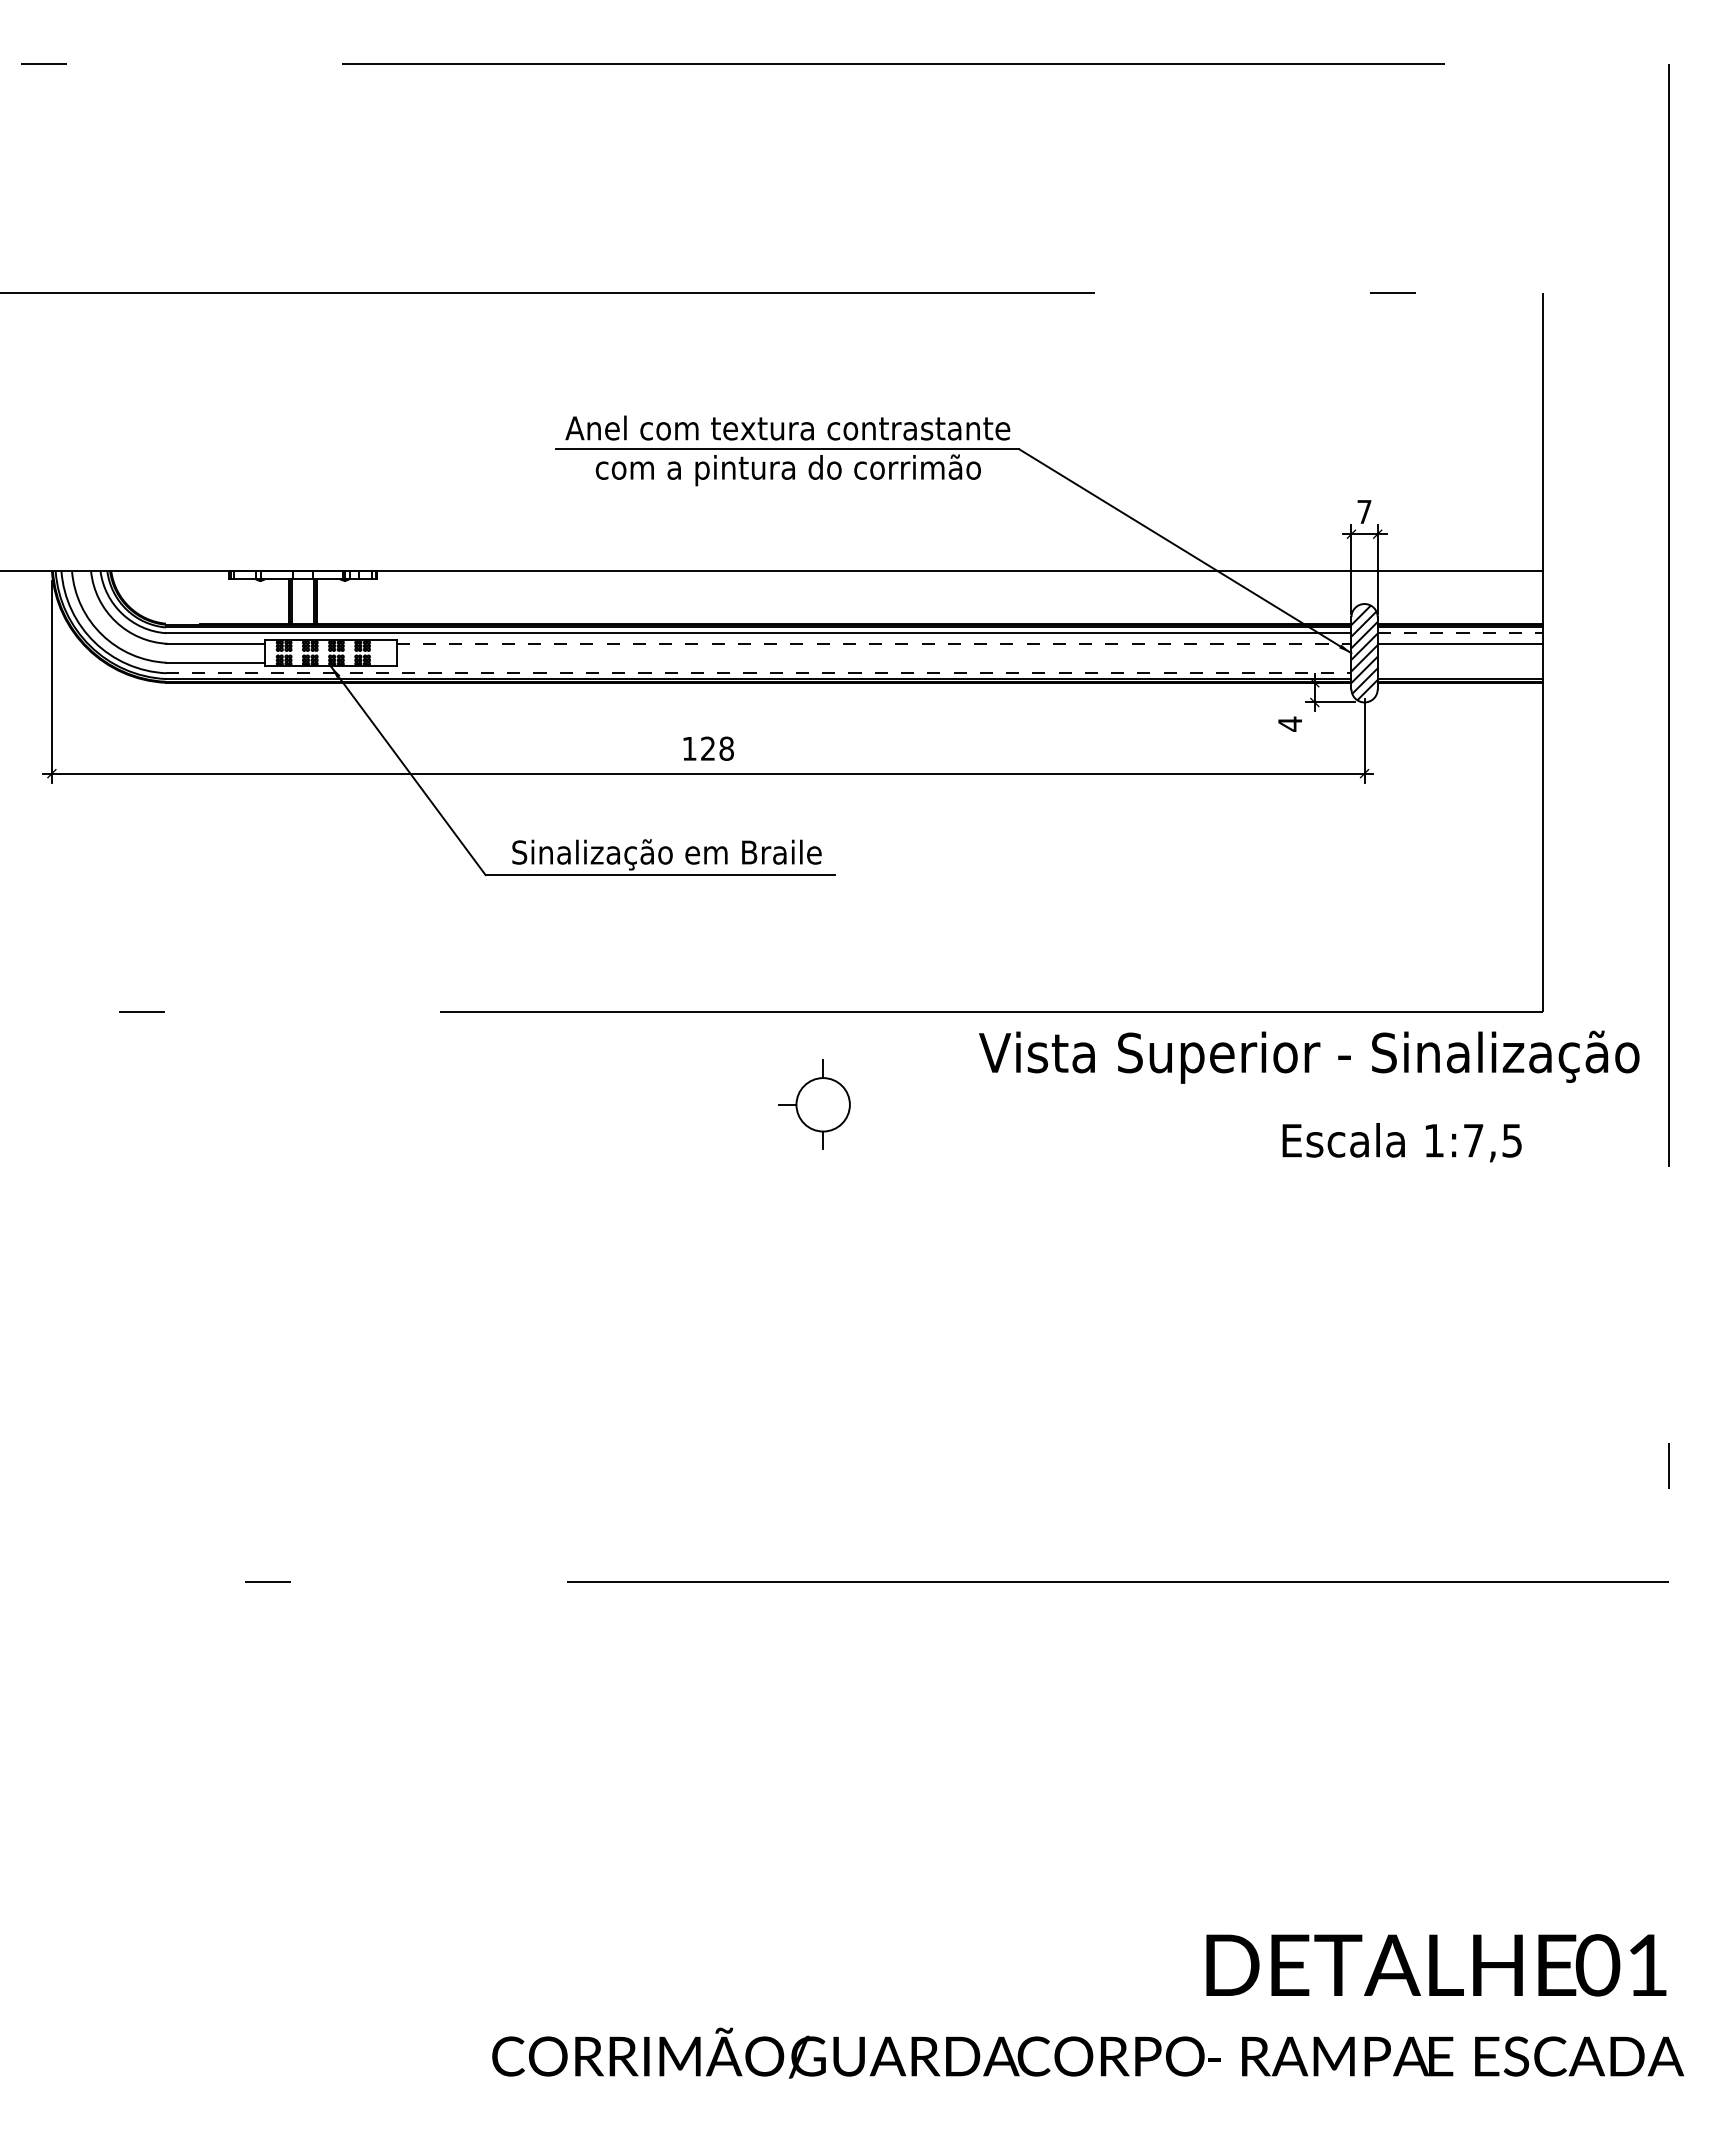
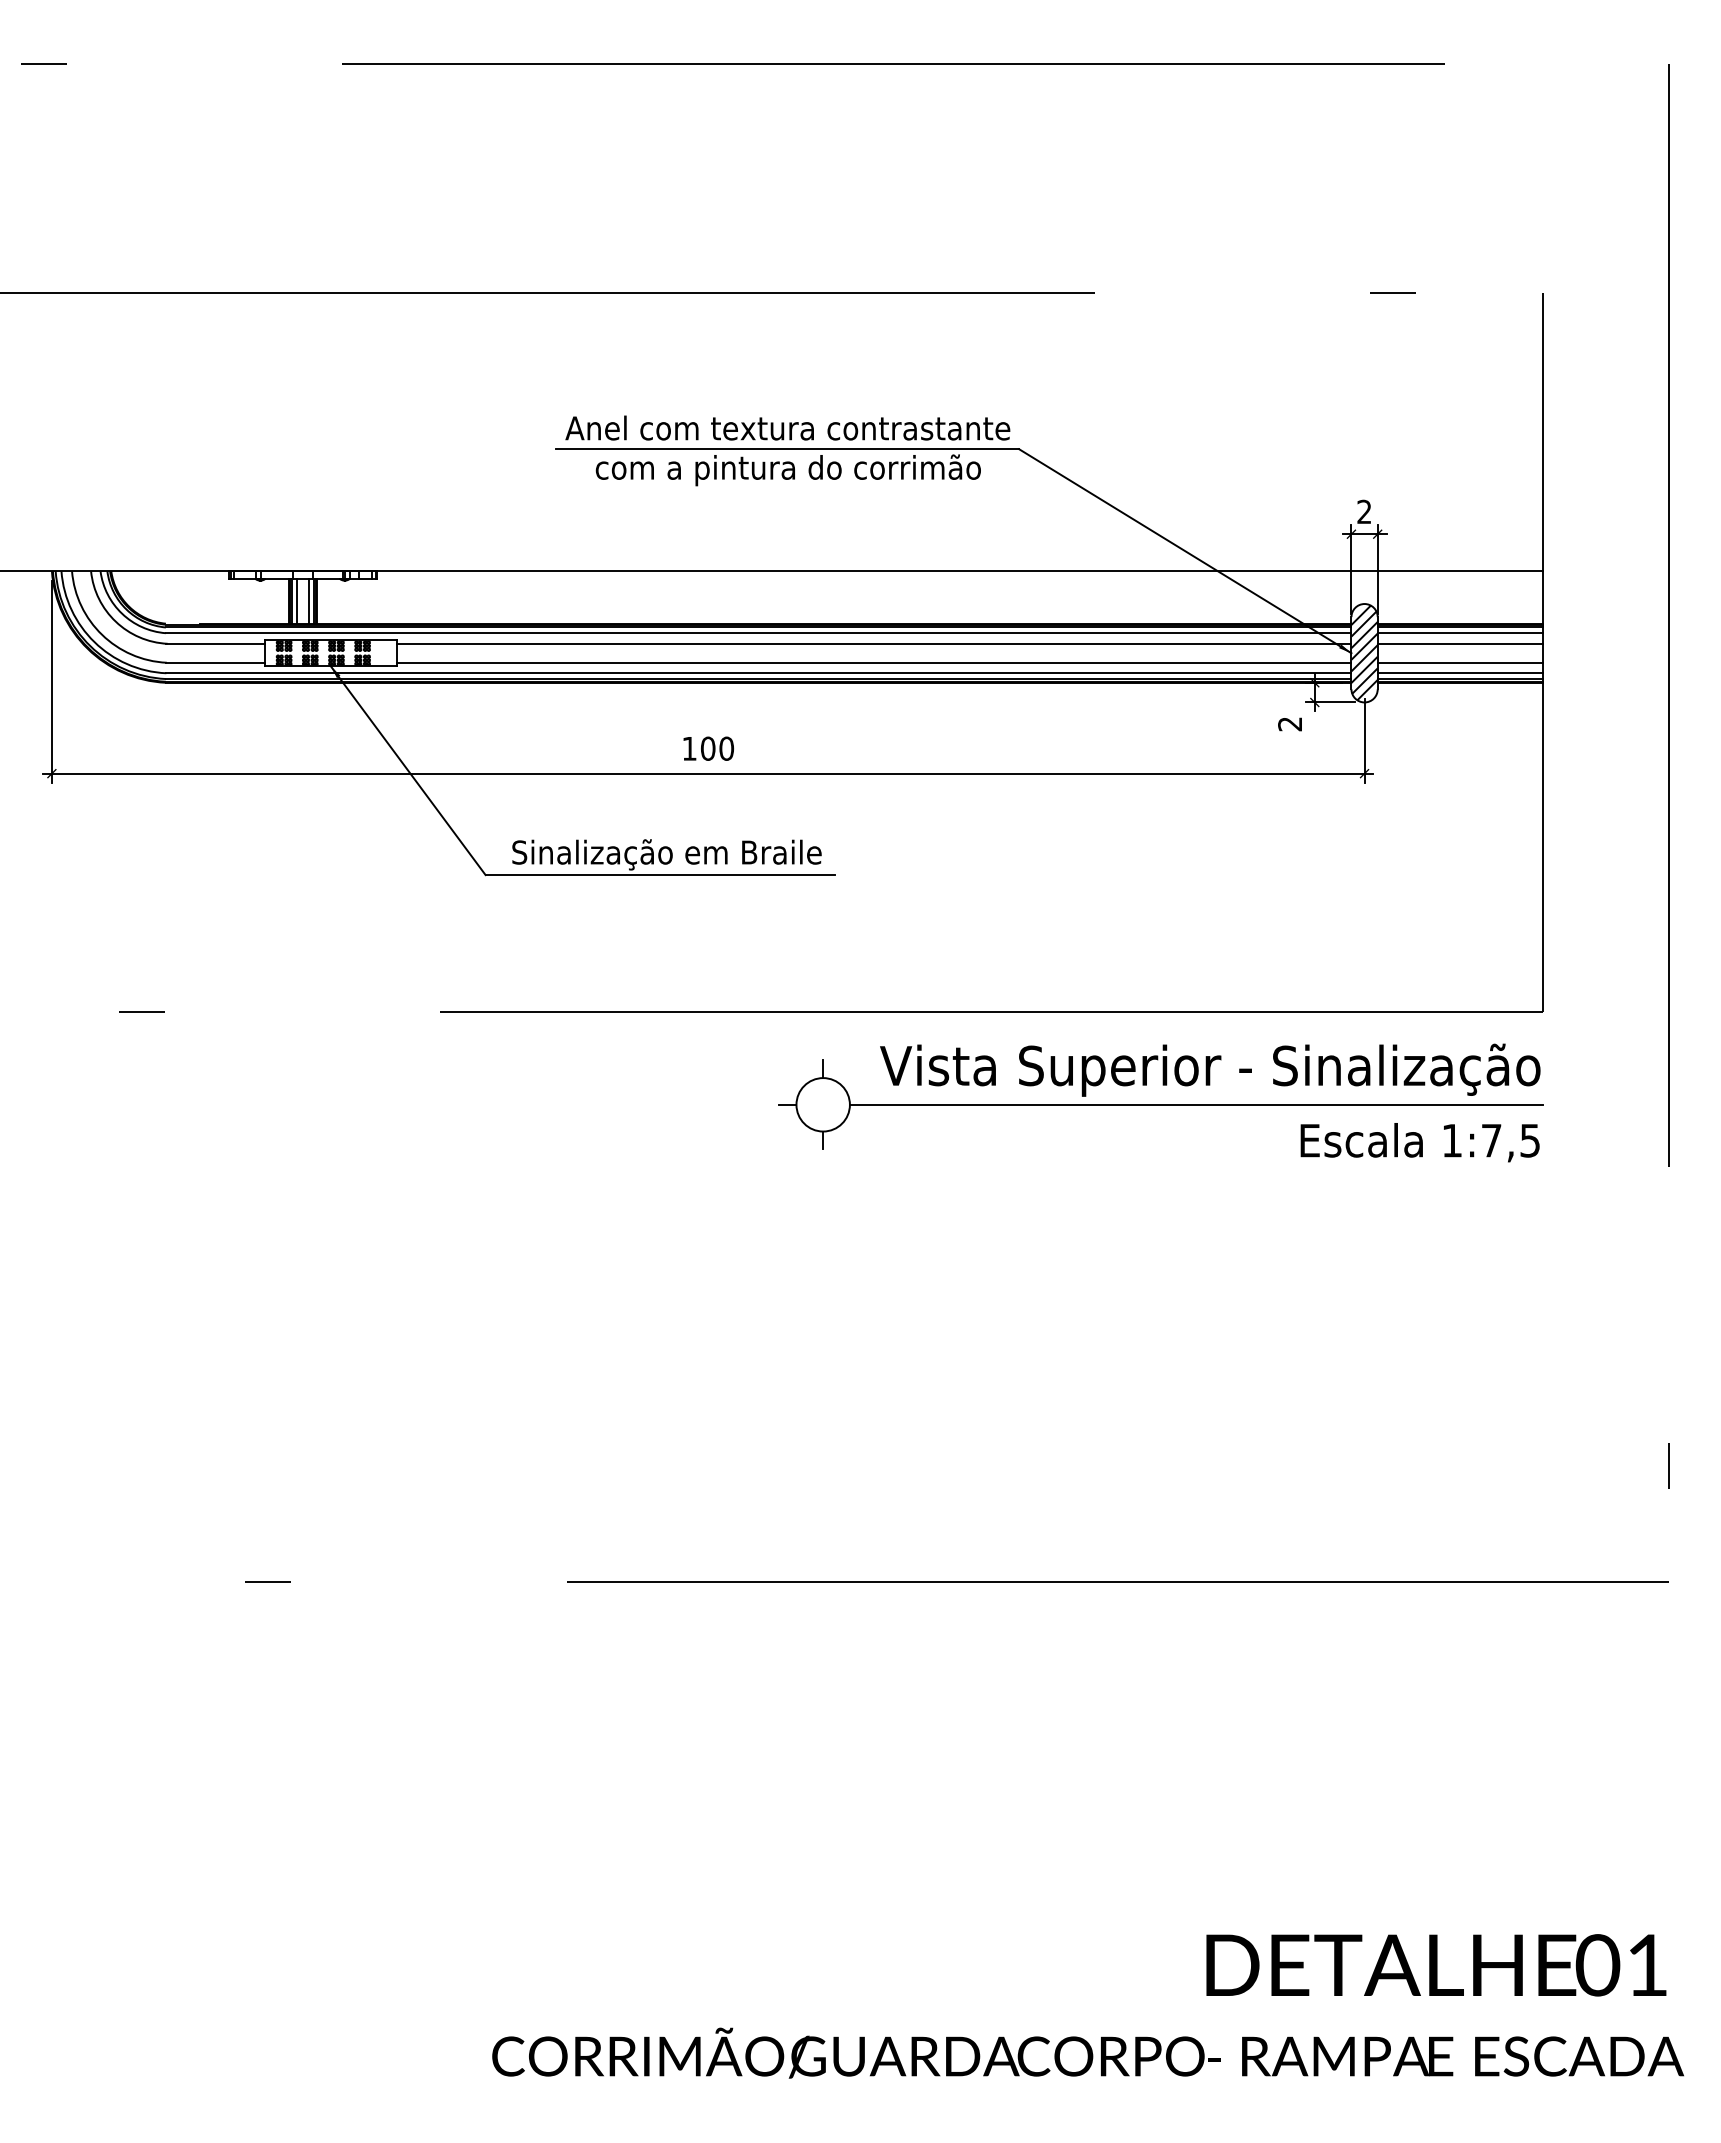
text at (1364, 511): 7 -> 2
line at (297, 600): none -> present
line at (308, 600): none -> present
line at (1460, 633): dashed -> solid
line at (874, 643): dashed -> solid
line at (873, 662): none -> present
line at (1460, 662): none -> present
line at (758, 673): dashed -> solid
line at (1460, 673): none -> present
text at (1289, 723): 4 -> 2
text at (717, 748): 128 -> 100
text at (1309, 1056) position: (1309, 1056) -> (1210, 1069)
line at (1196, 1104): none -> present
text at (1401, 1142) position: (1401, 1142) -> (1419, 1142)
